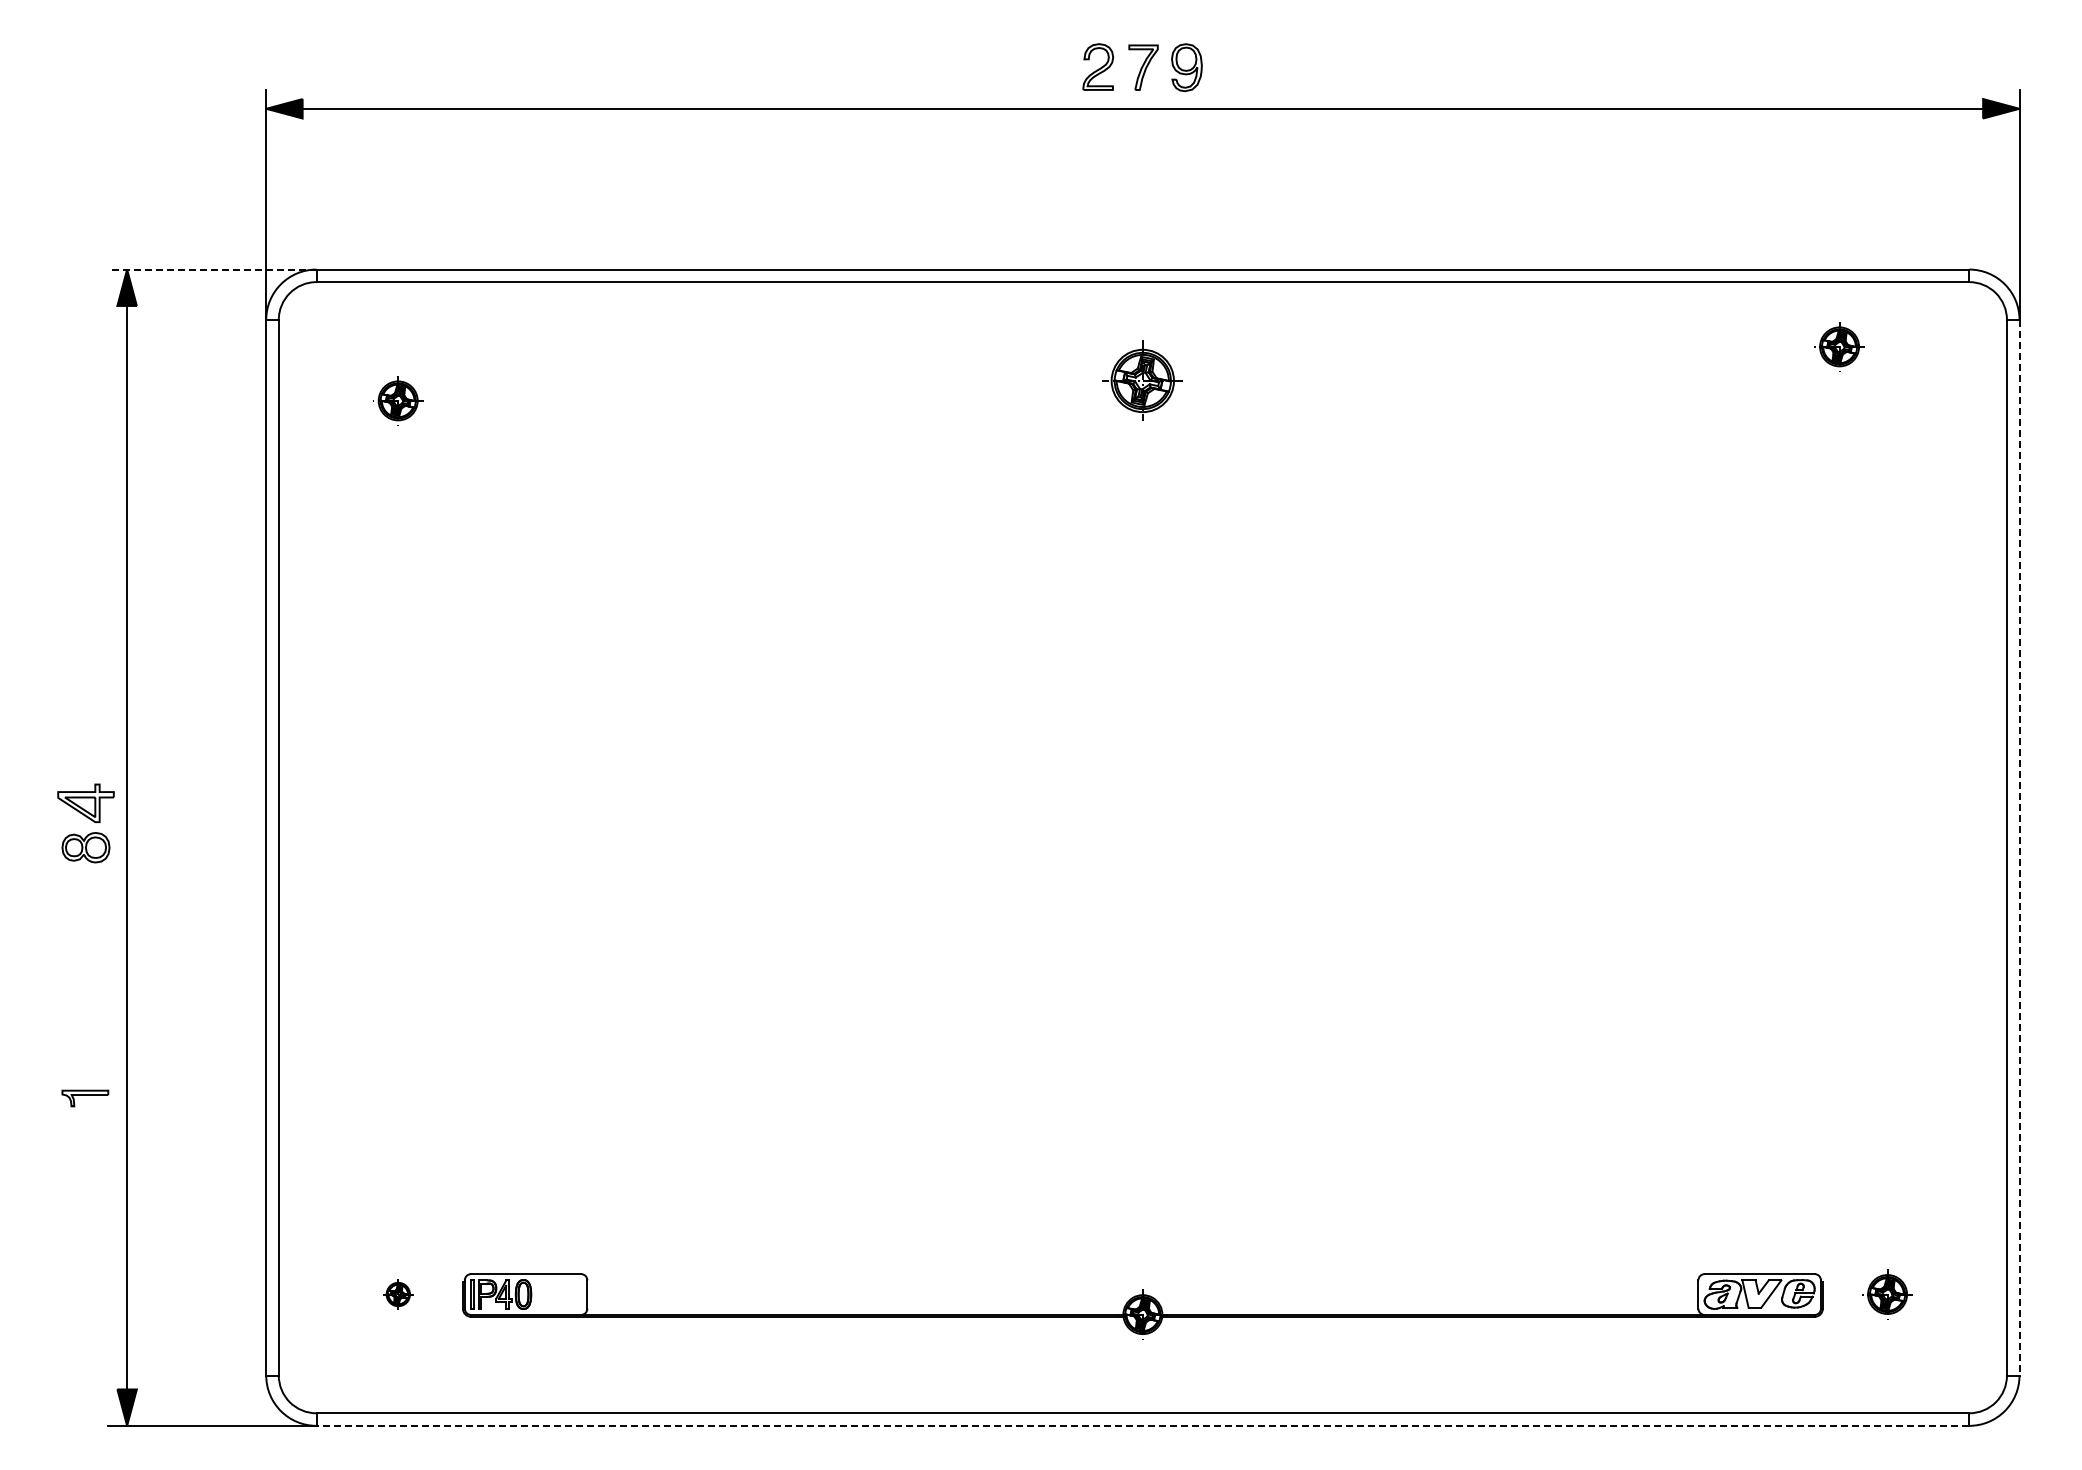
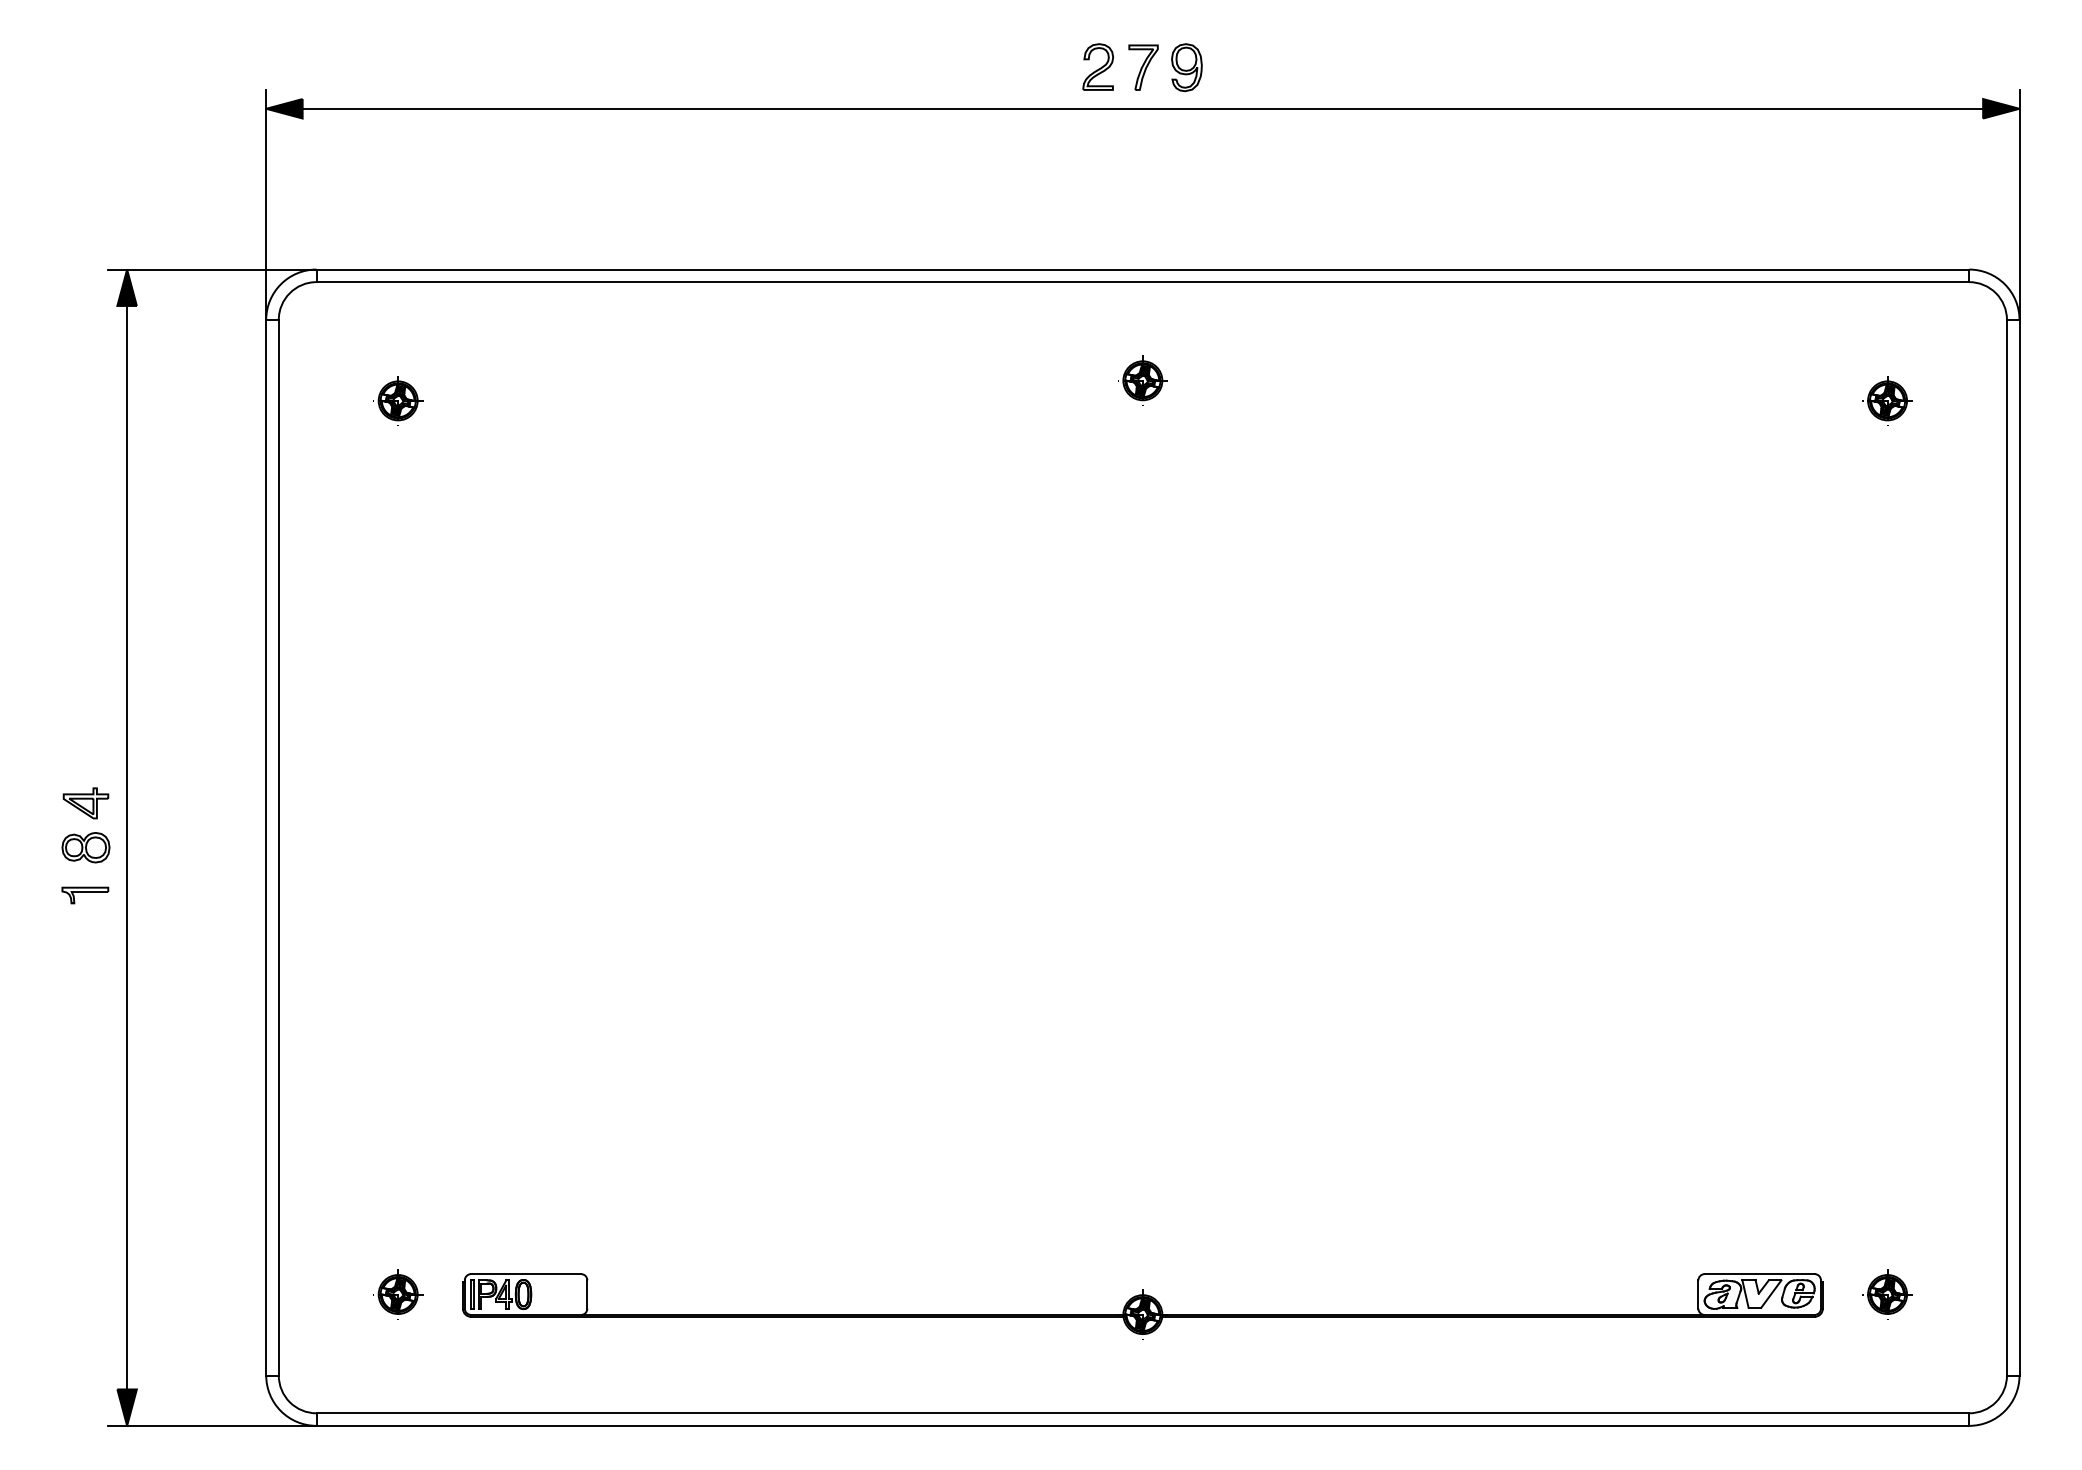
line at (211, 269): dashed -> solid
part at (1839, 346) position: (1839, 346) -> (1887, 400)
part at (1142, 380) size: 81x81 px -> 50x51 px
part at (85, 802) size: 58x40 px -> 48x33 px
line at (2019, 847): dashed -> solid
part at (85, 1098) position: (85, 1098) -> (85, 895)
part at (398, 1294) size: 31x31 px -> 51x51 px
line at (1142, 1425): dashed -> solid
